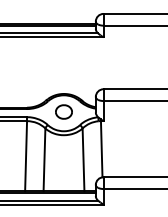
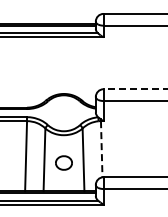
line at (135, 89): solid -> dashed
part at (63, 111) position: (63, 111) -> (63, 162)
line at (101, 149): solid -> dashed
